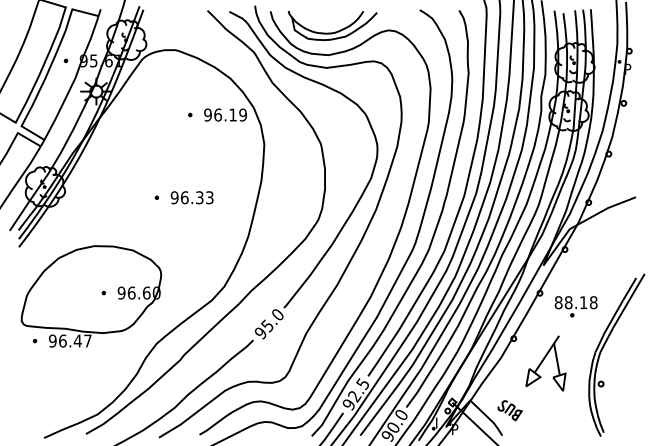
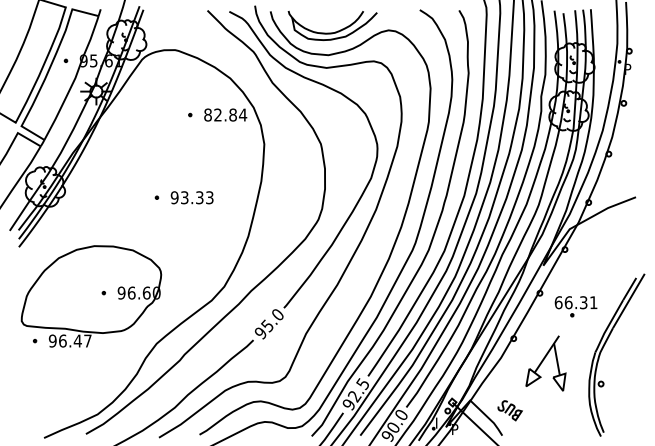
text at (225, 114): 96.19 -> 82.84
text at (184, 197): 96.33 -> 93.33
text at (575, 302): 88.18 -> 66.31
